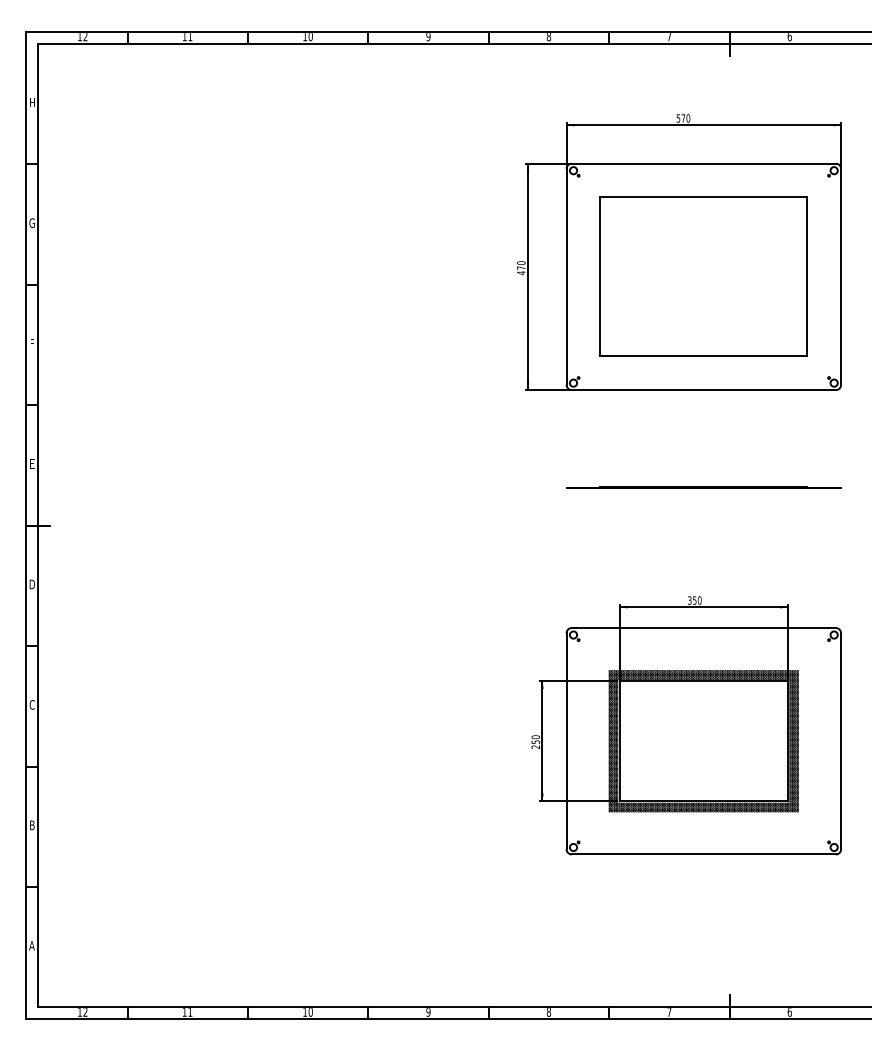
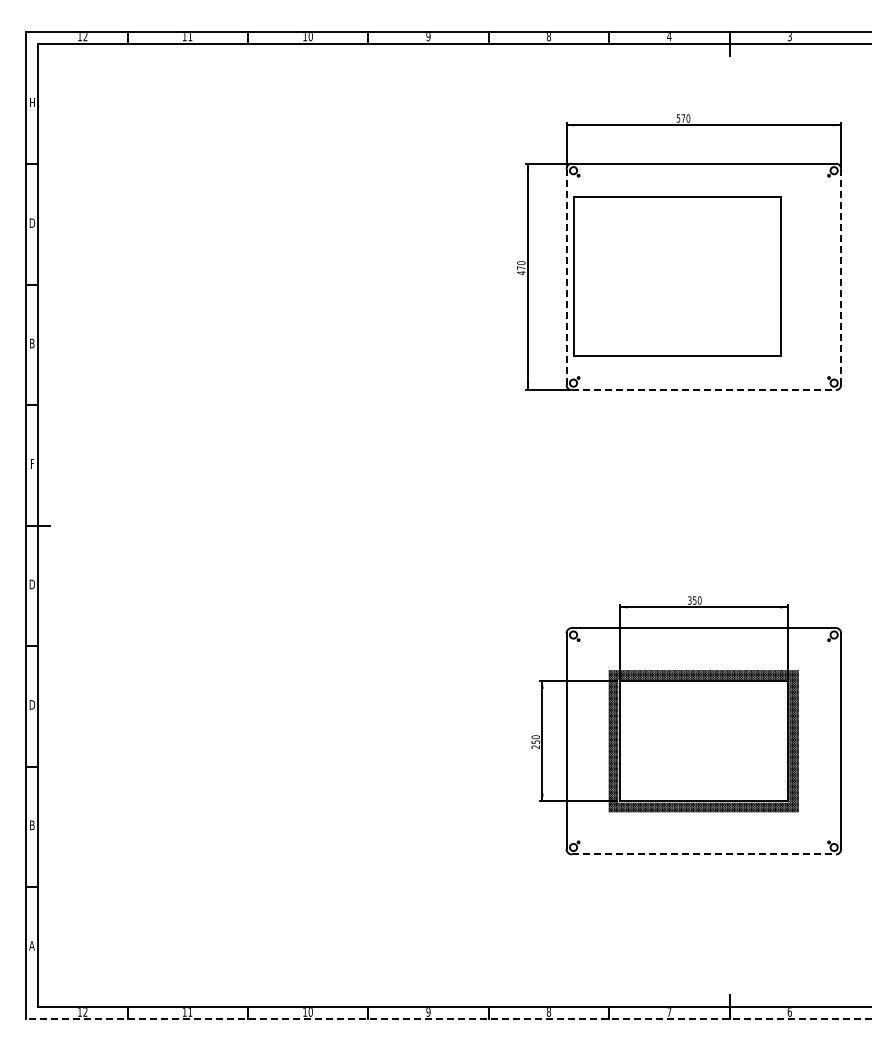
text at (669, 37): 7 -> 4
text at (789, 37): 6 -> 3
text at (32, 222): G -> D
line at (566, 276): solid -> dashed
part at (703, 276) position: (703, 276) -> (677, 276)
line at (841, 276): solid -> dashed
text at (32, 343): F -> B
line at (704, 390): solid -> dashed
text at (32, 463): E -> F
line at (703, 487): present -> none
text at (32, 704): C -> D
line at (704, 854): solid -> dashed
line at (448, 1019): solid -> dashed
